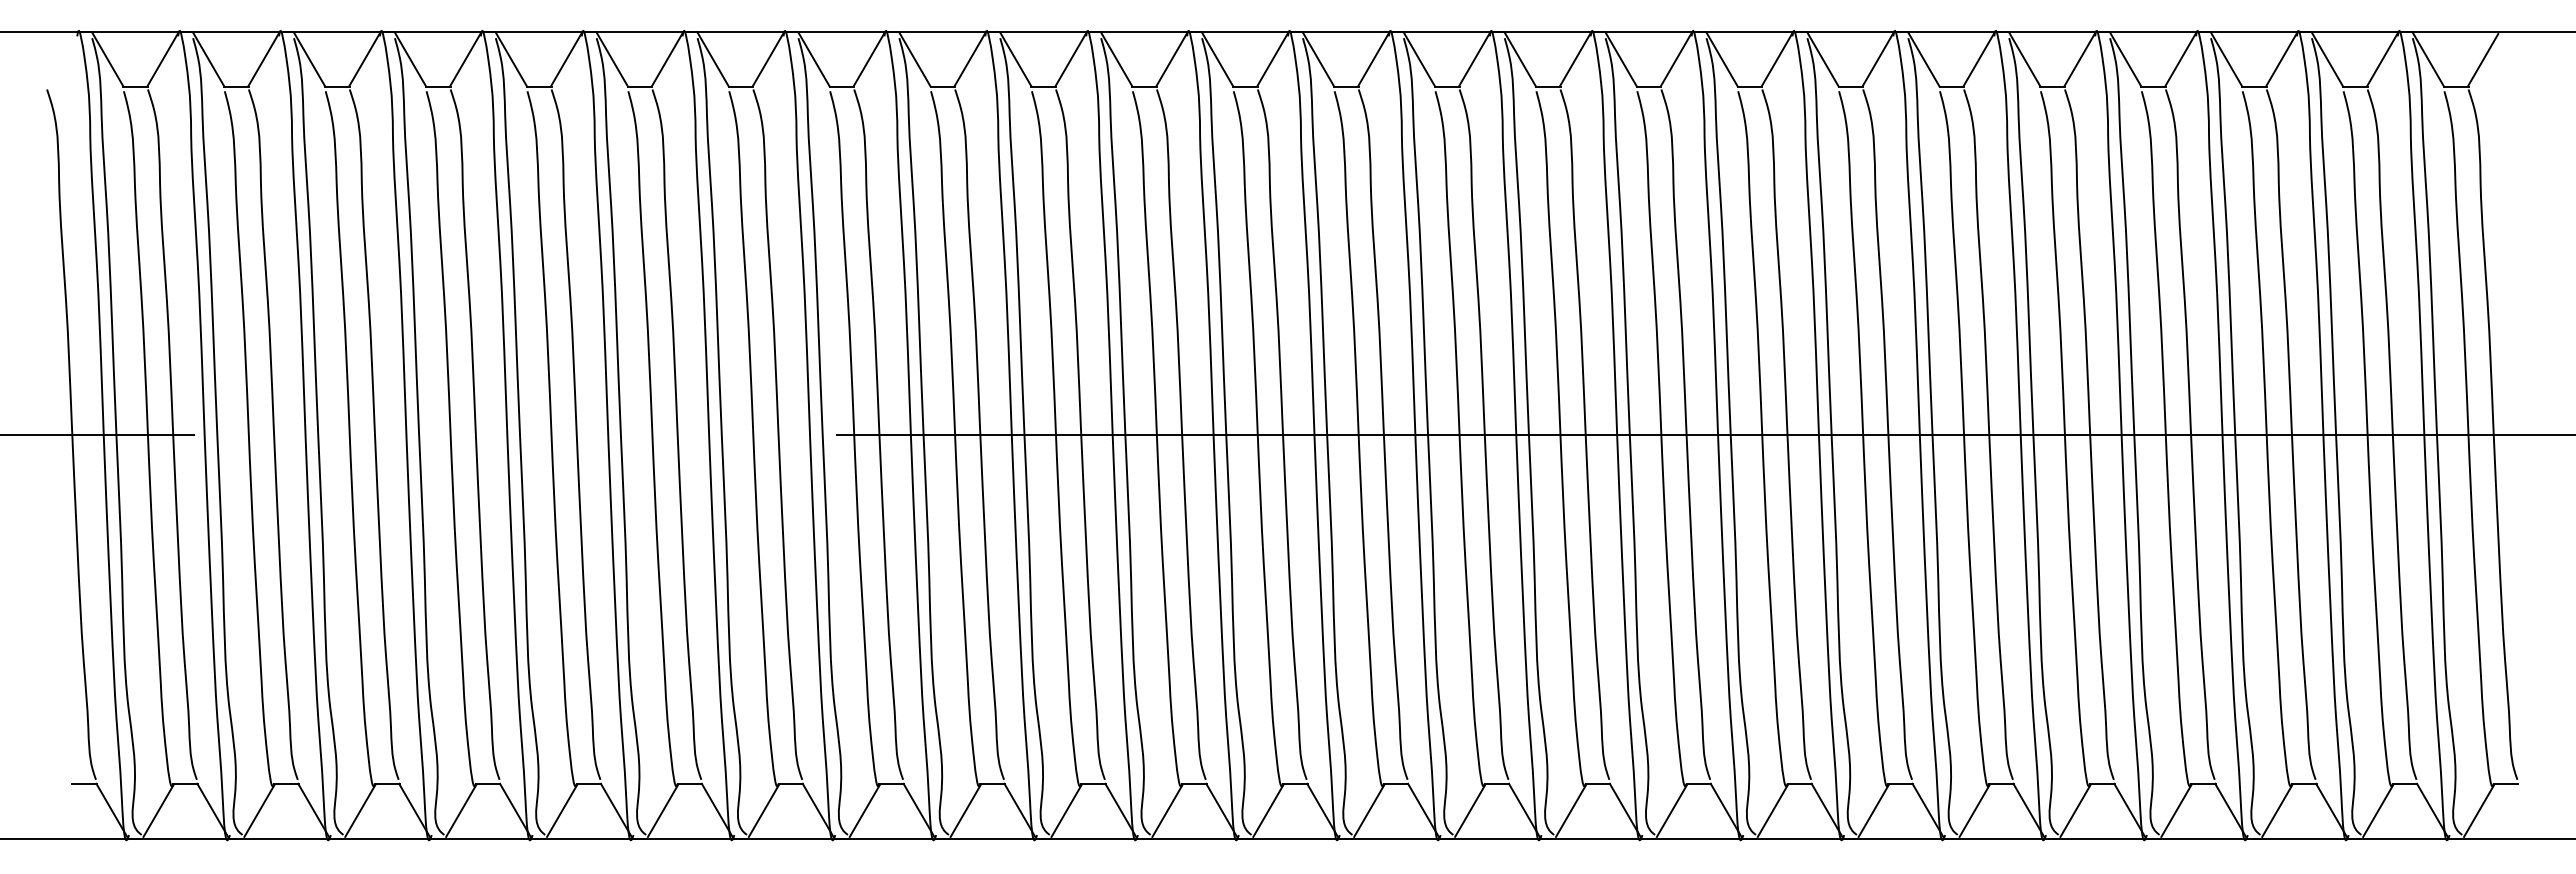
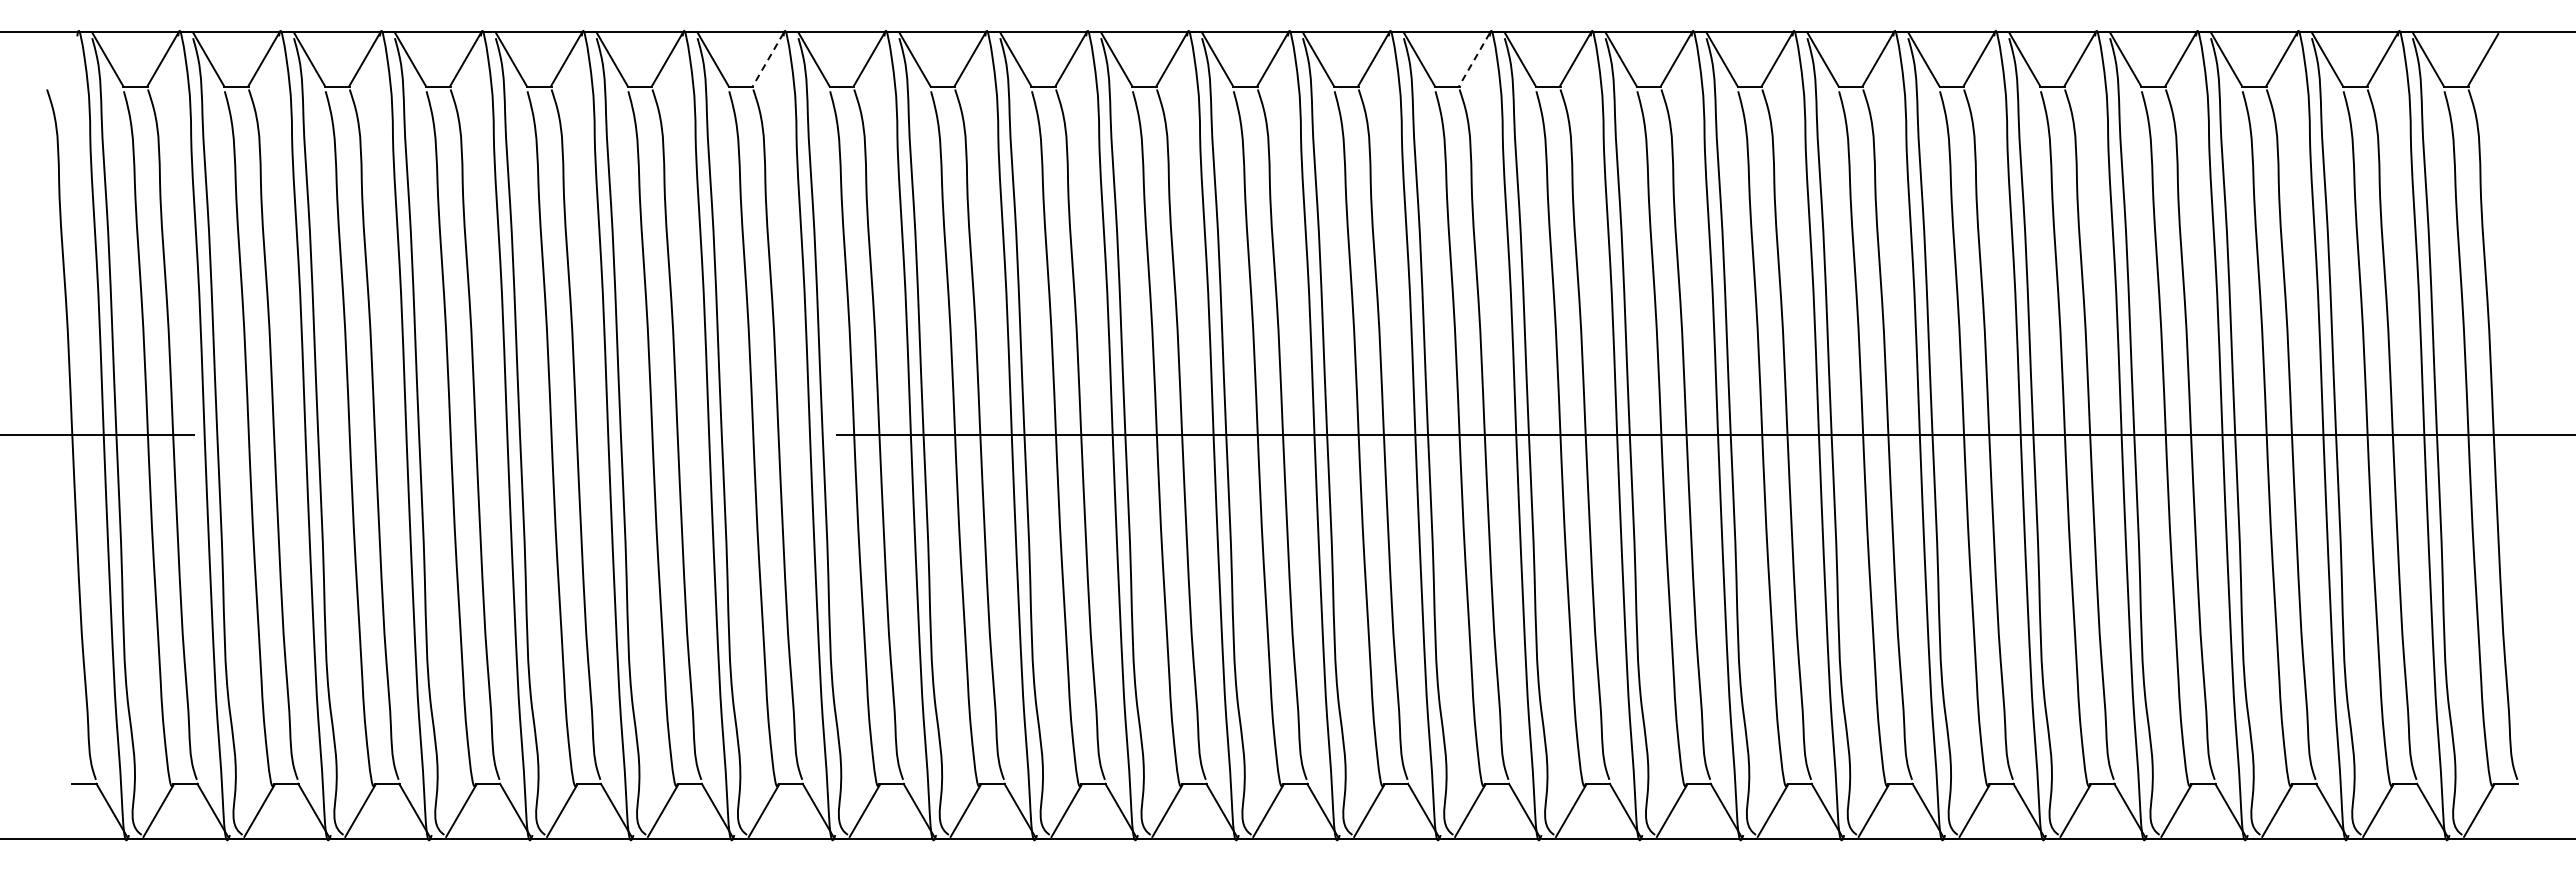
line at (767, 60): solid -> dashed
line at (1473, 60): solid -> dashed
